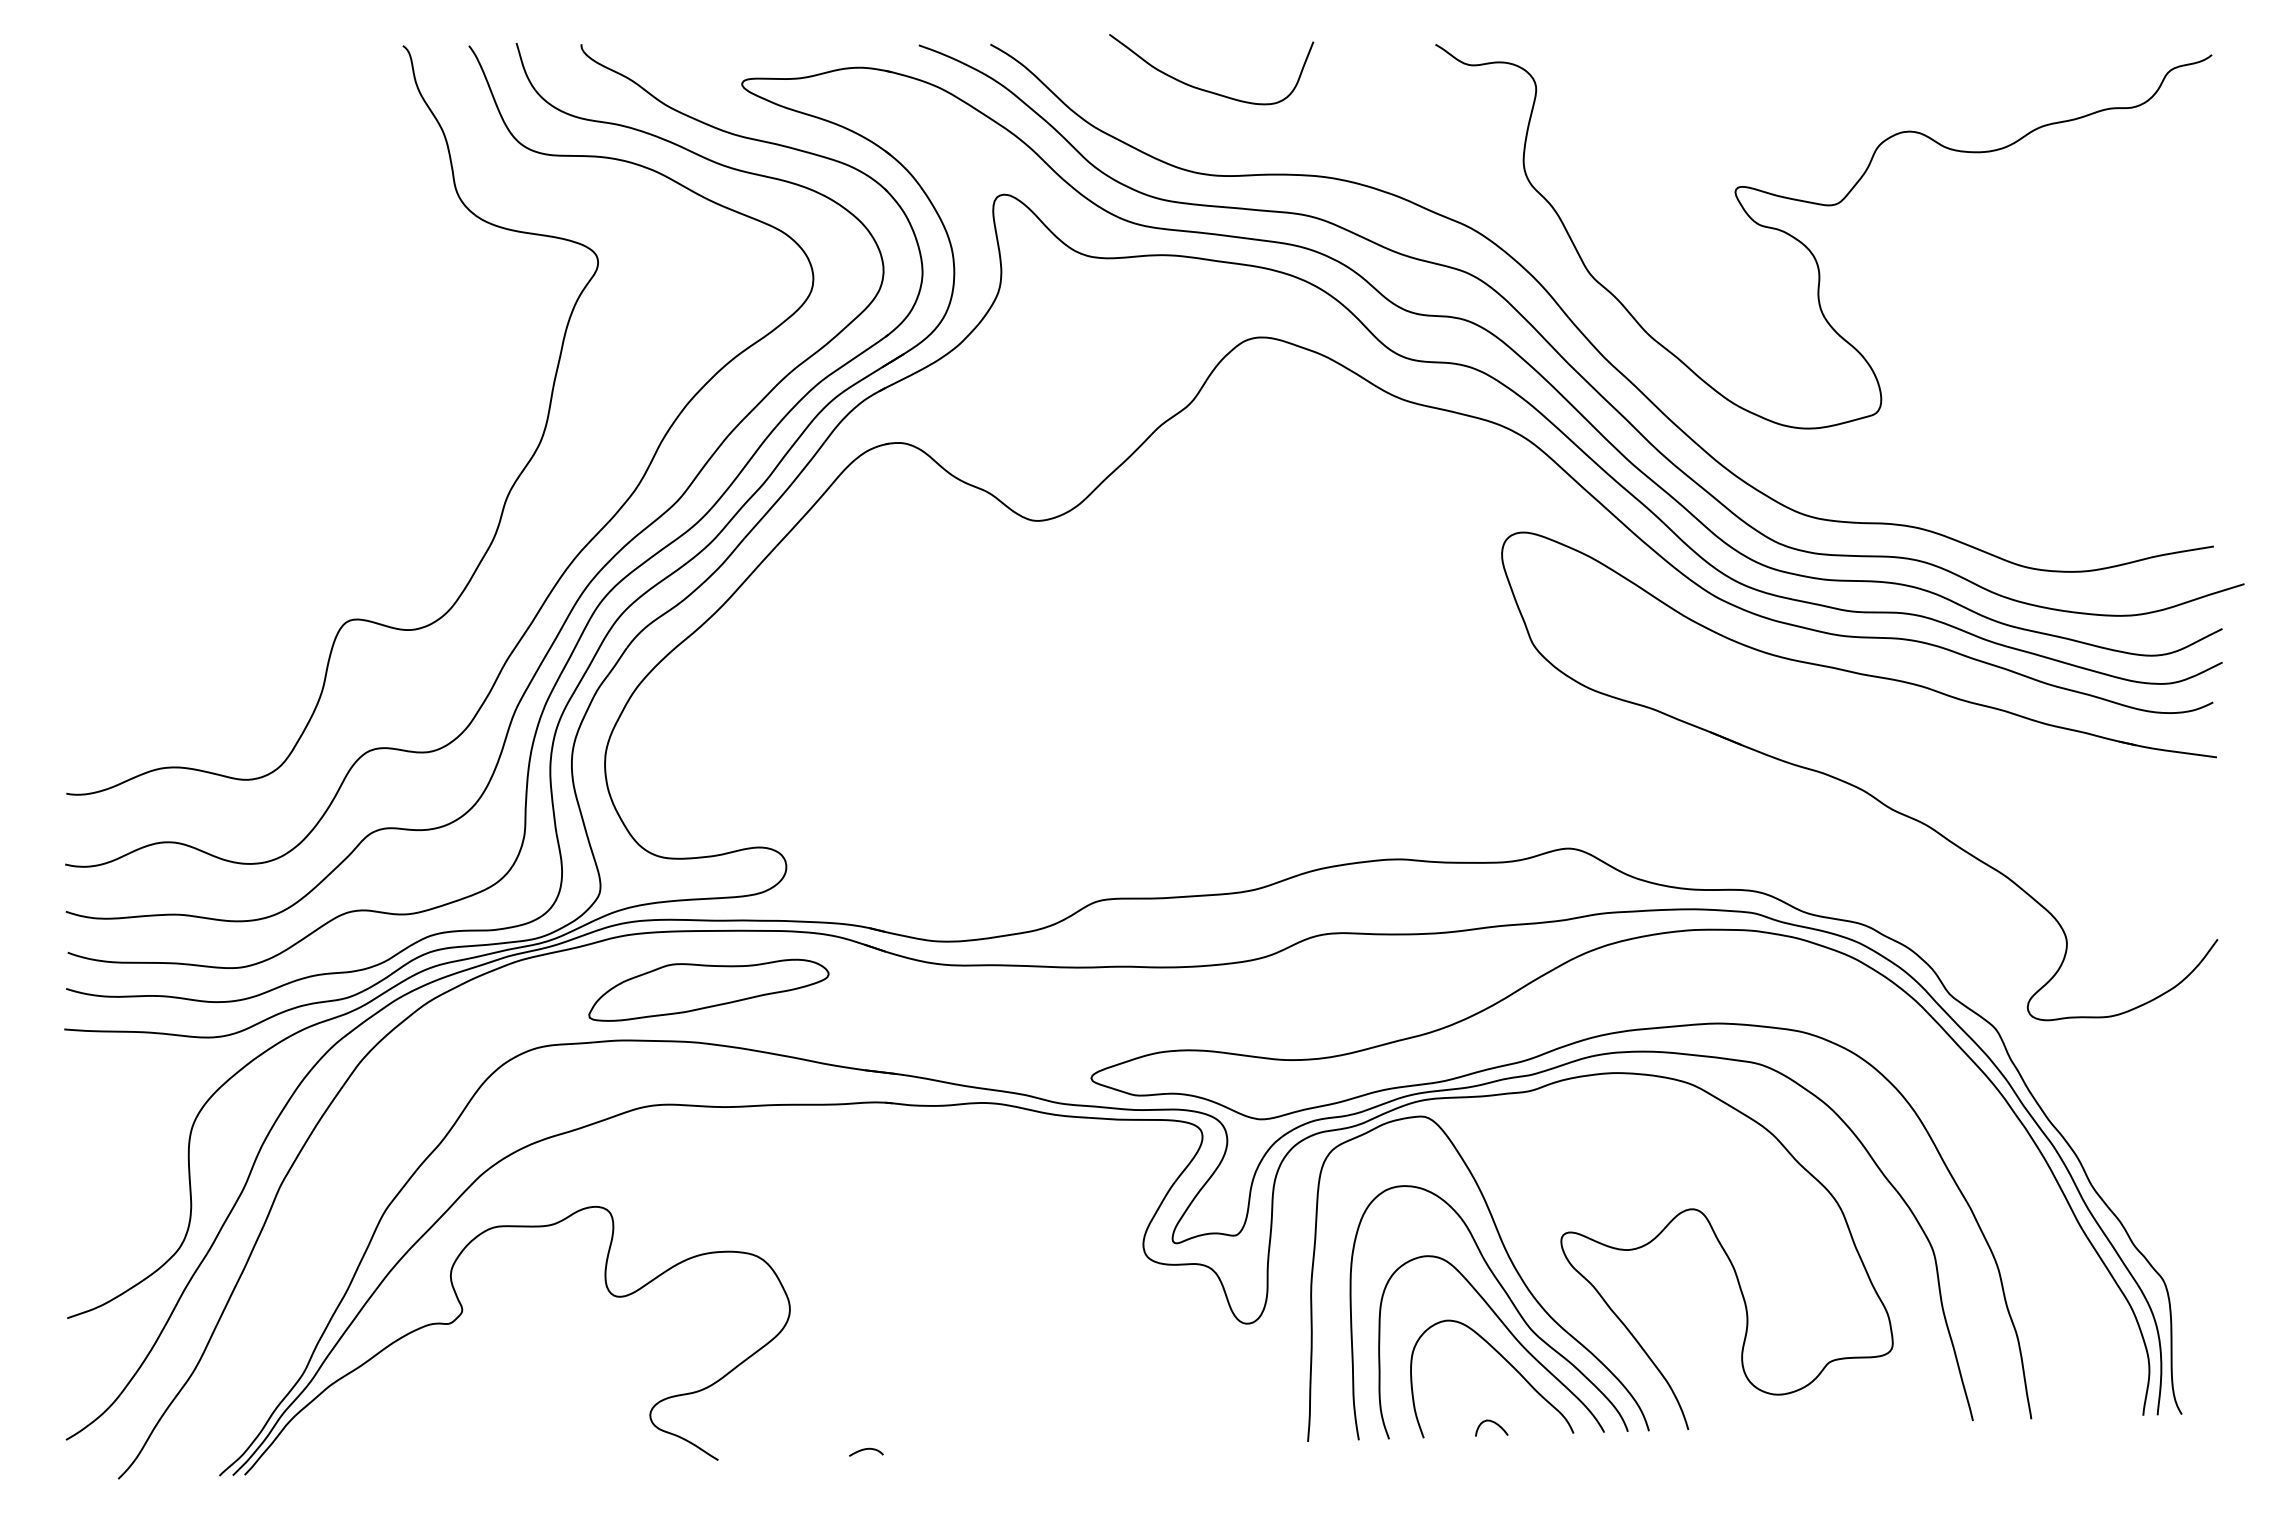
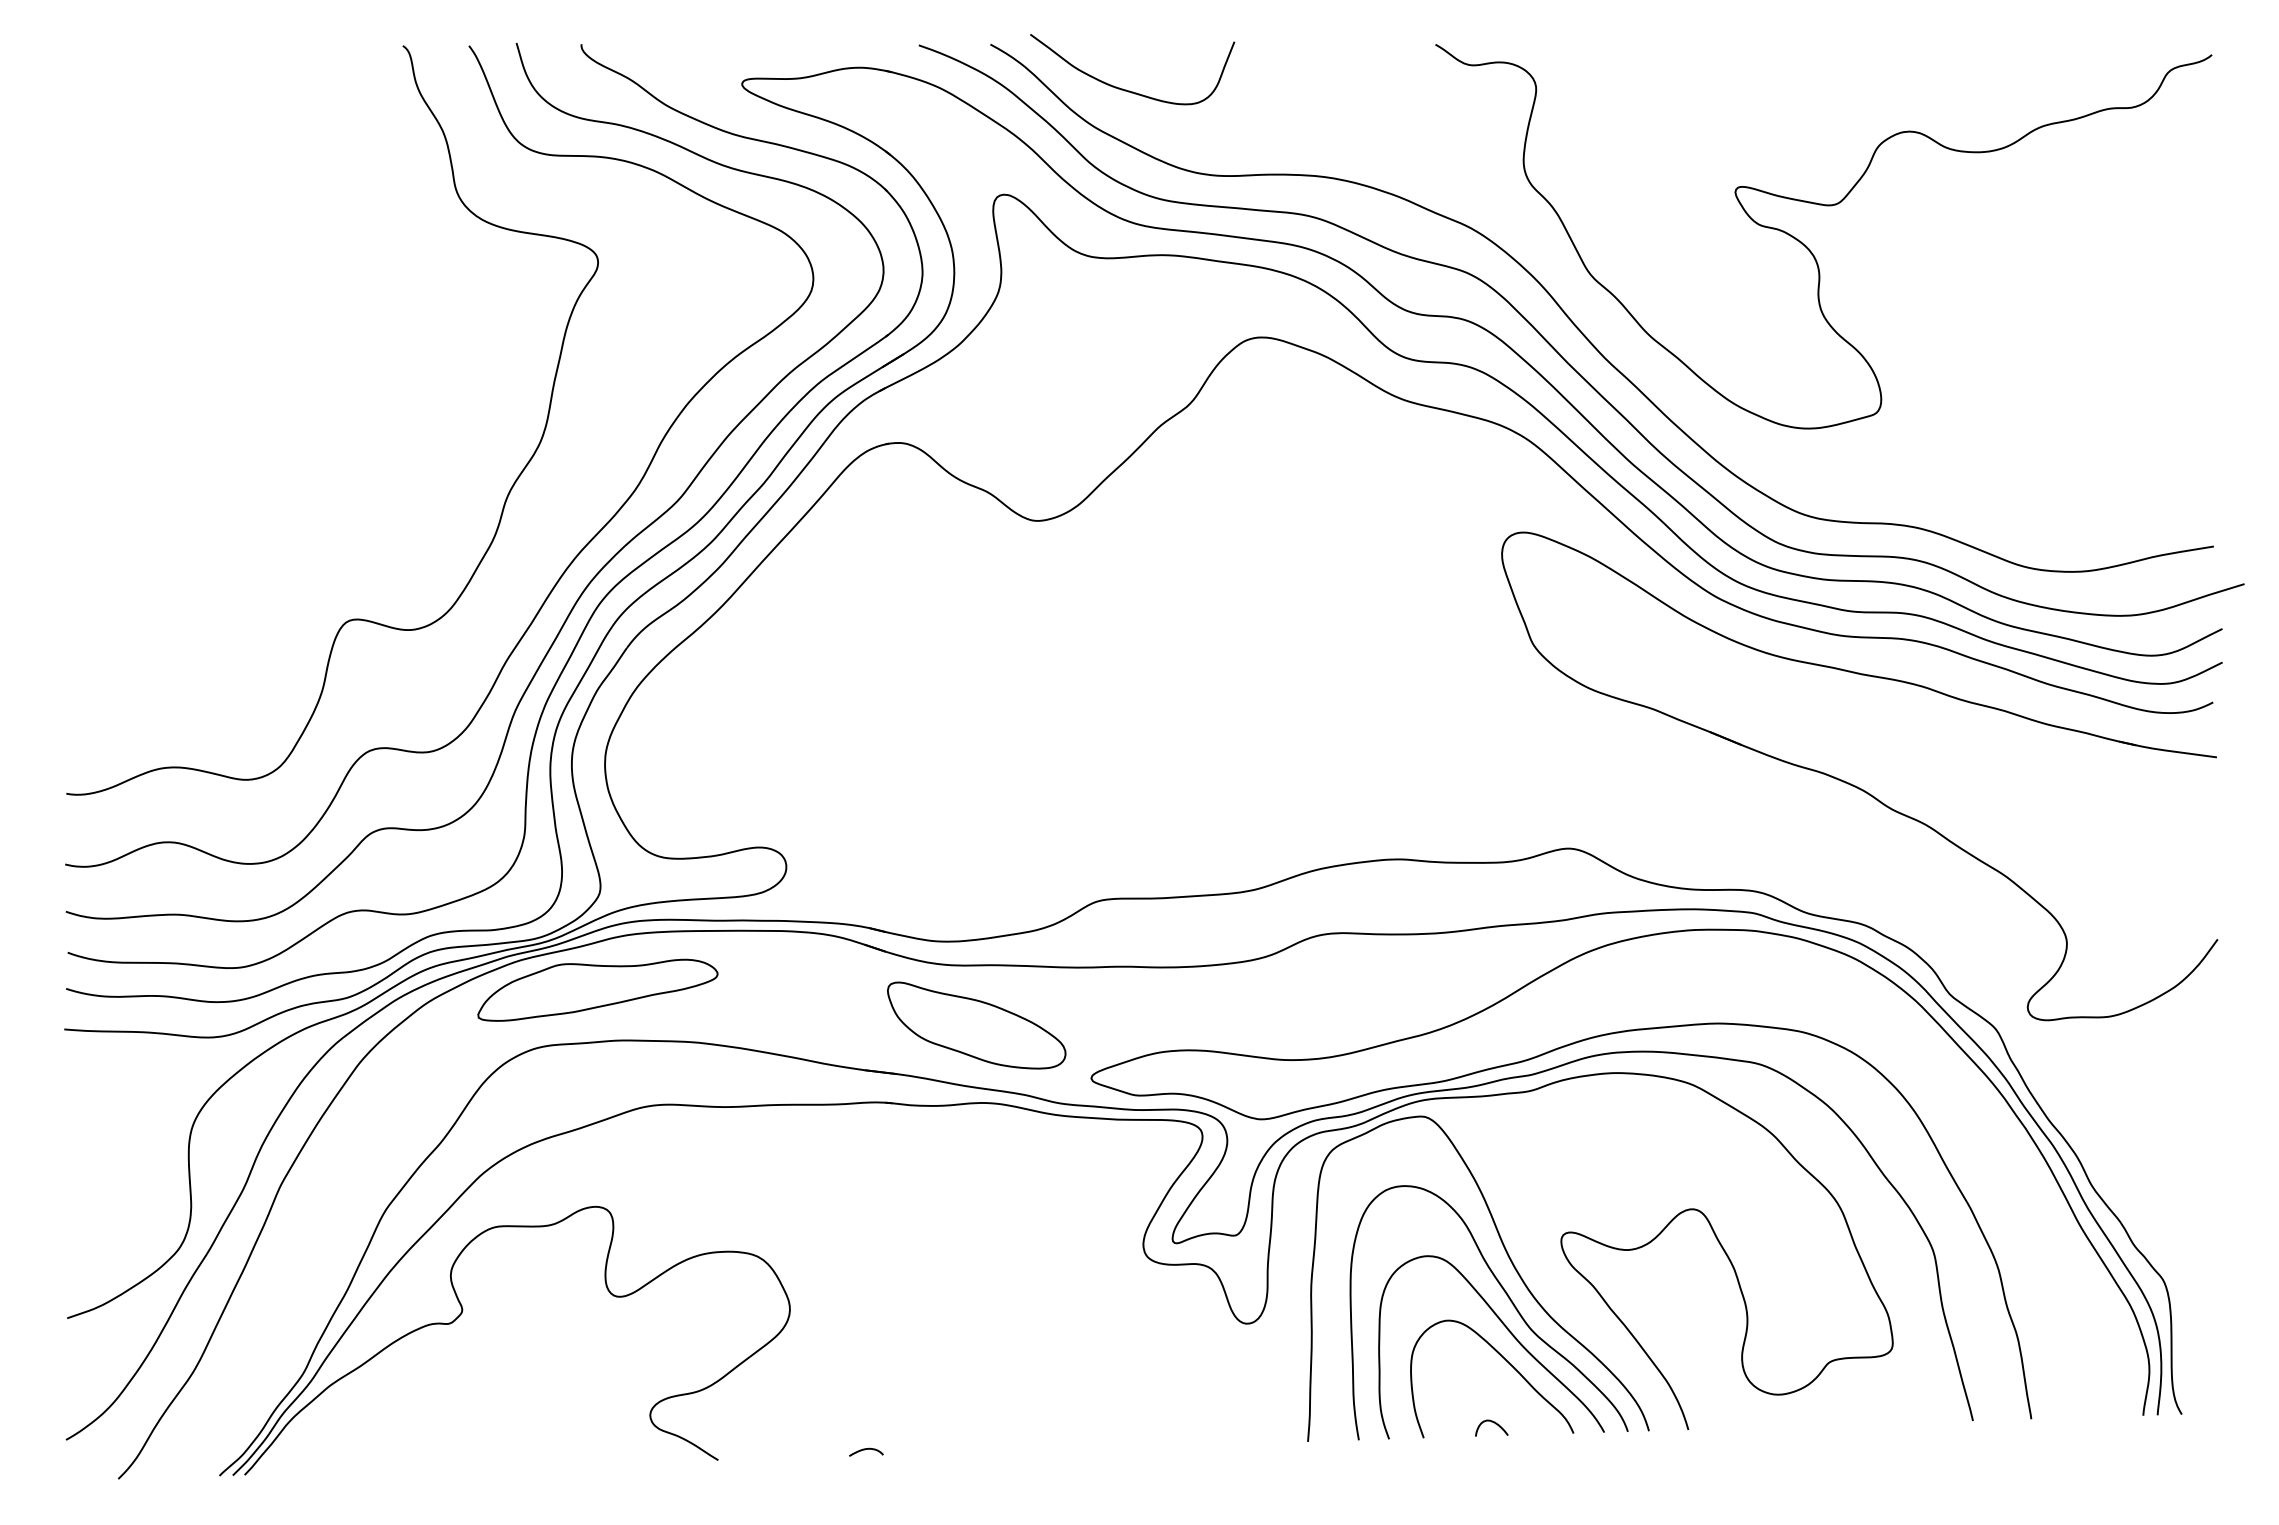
curve at (1205, 89) position: (1205, 89) -> (1126, 89)
part at (708, 989) position: (708, 989) -> (597, 989)
part at (976, 1025): none -> present
